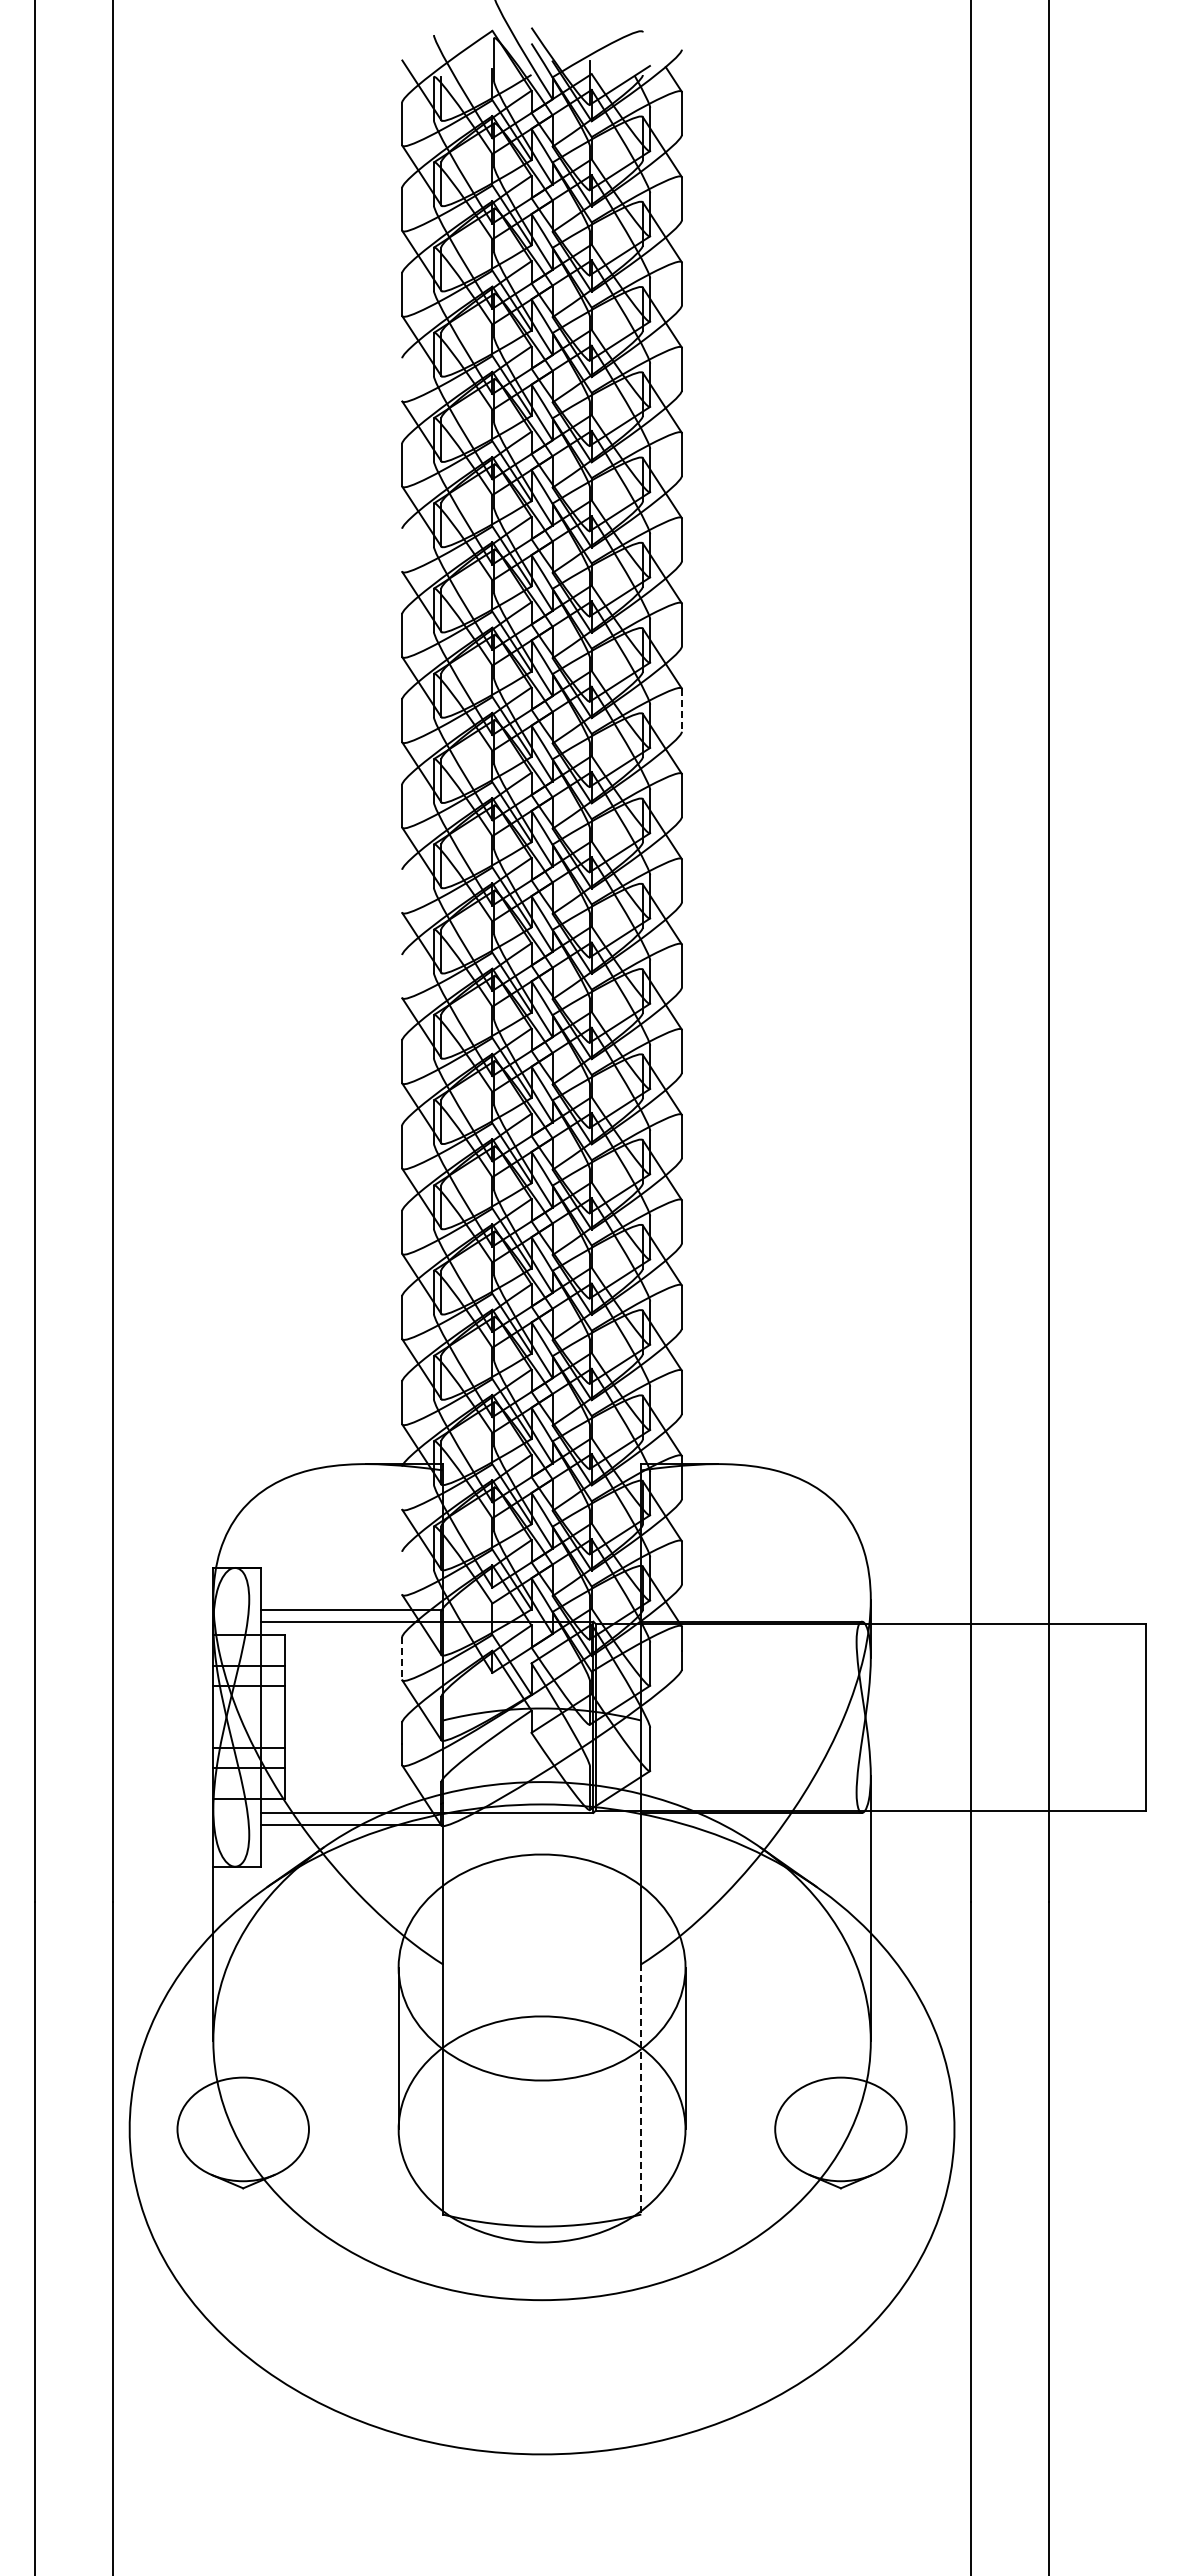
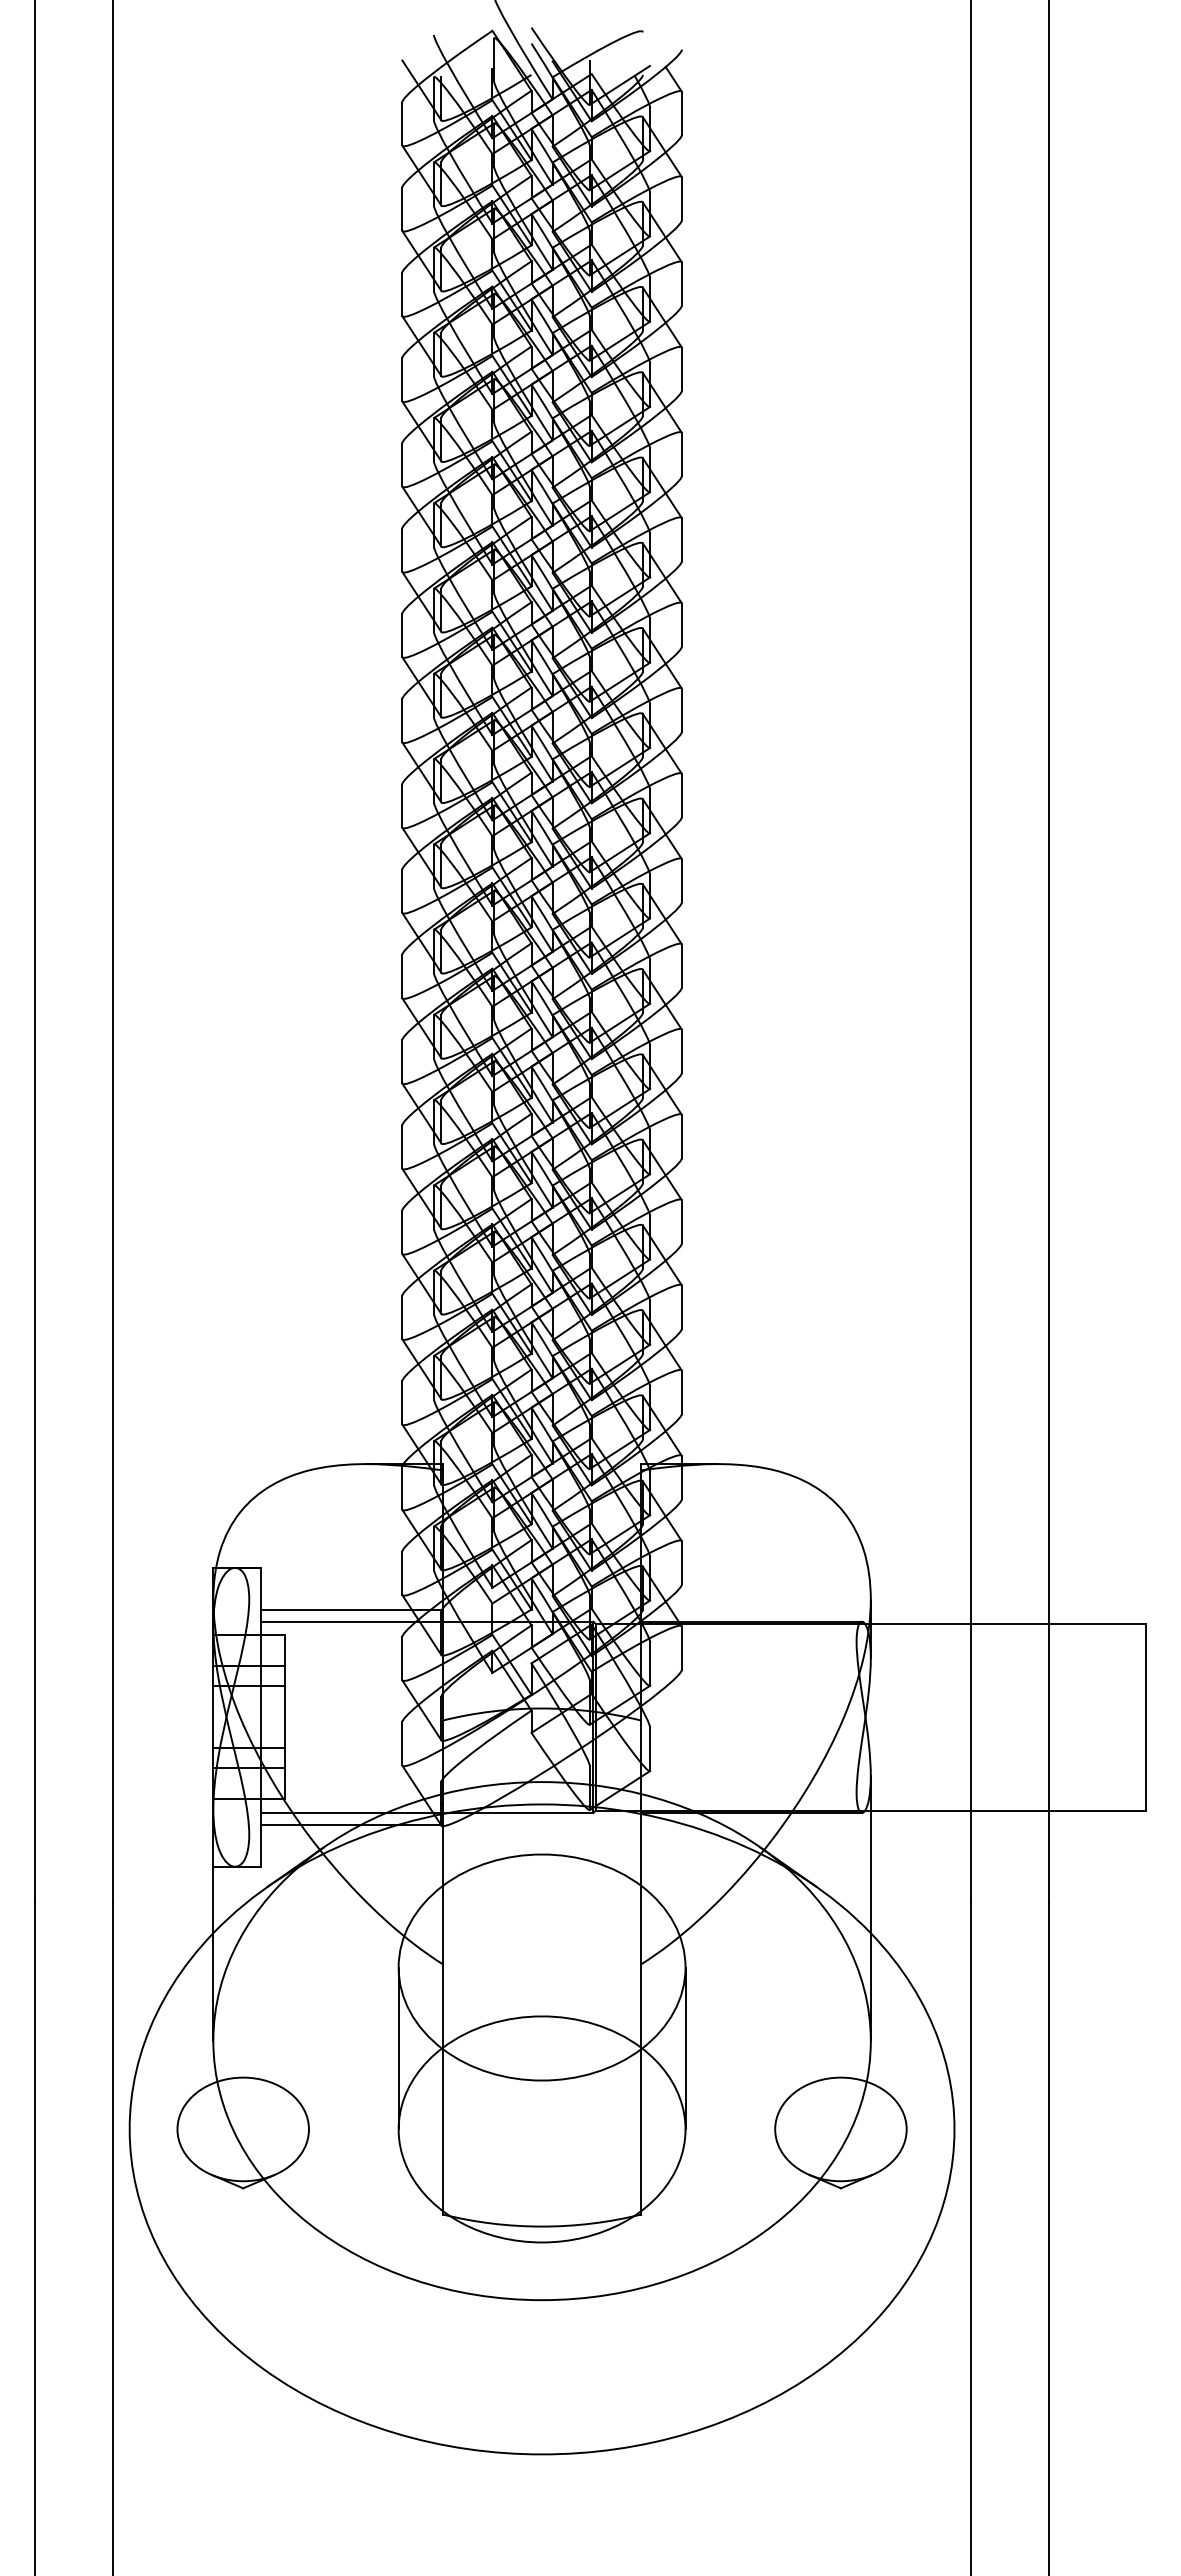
line at (402, 379): none -> present
line at (402, 549): none -> present
line at (681, 710): dashed -> solid
line at (402, 890): none -> present
line at (402, 976): none -> present
line at (402, 1487): none -> present
line at (402, 1572): none -> present
line at (402, 1658): dashed -> solid
line at (641, 2089): dashed -> solid
